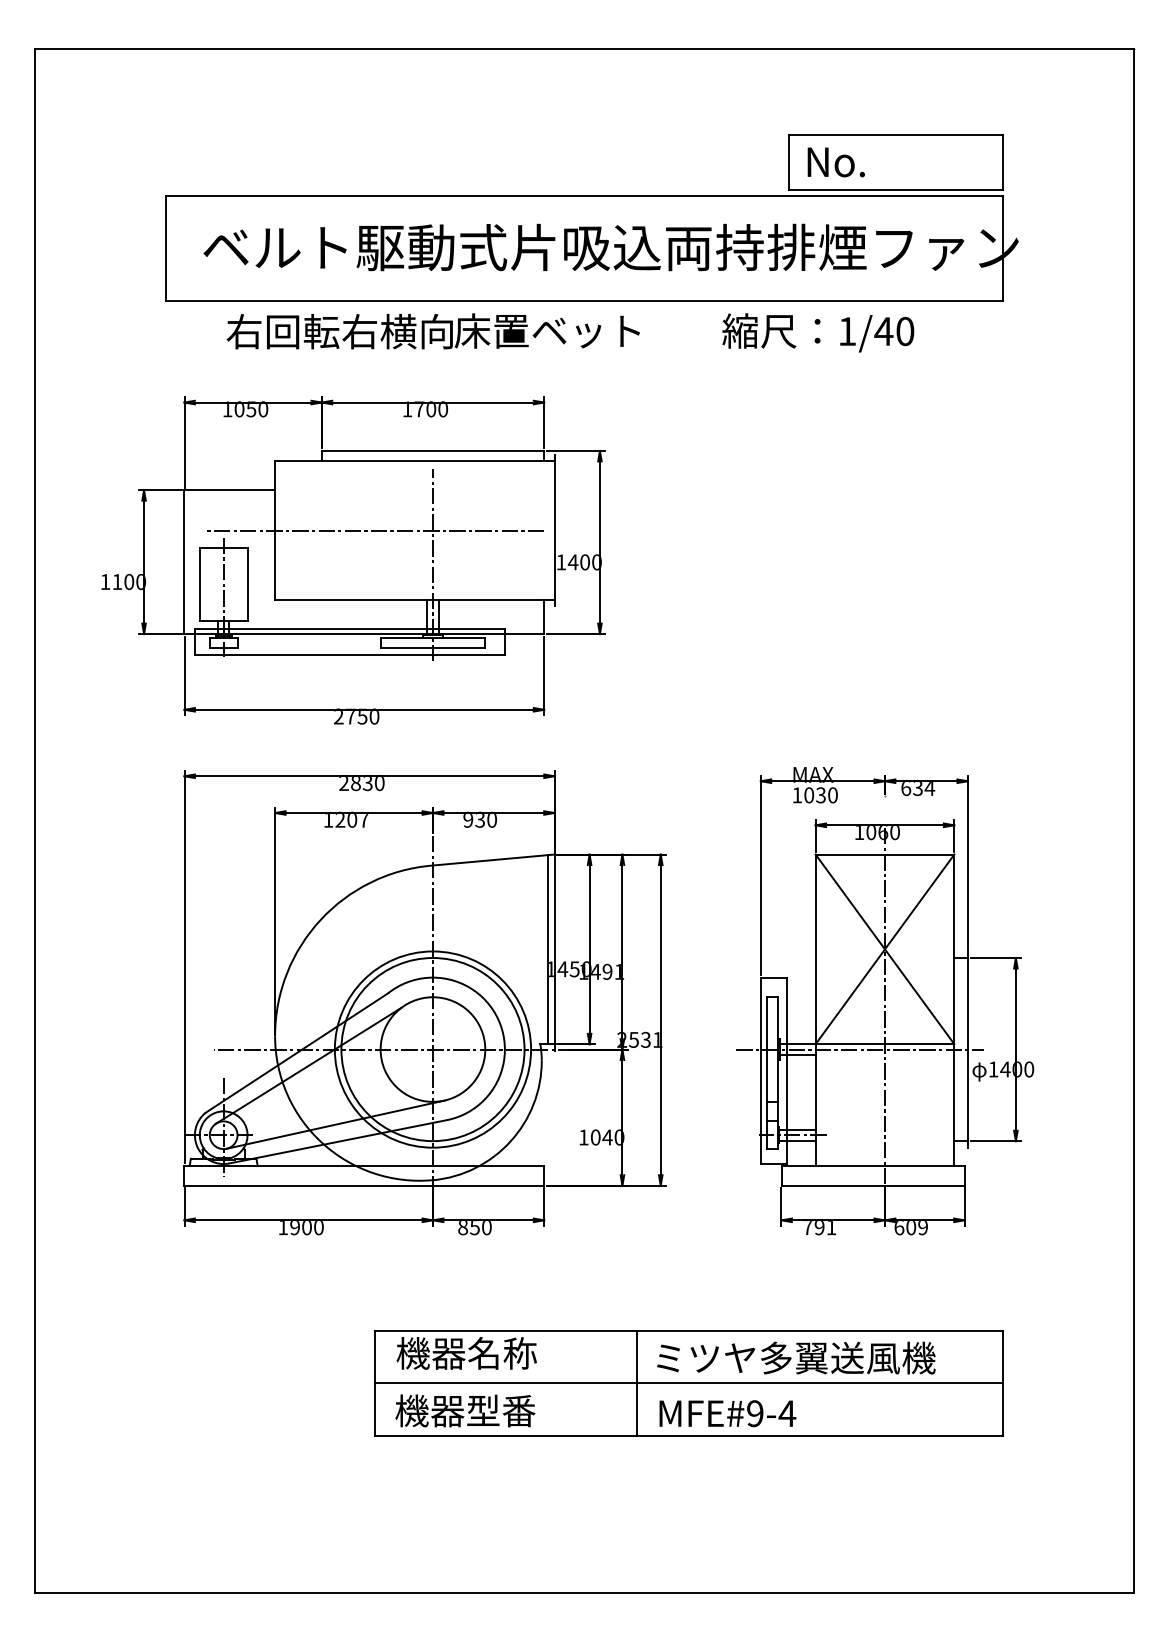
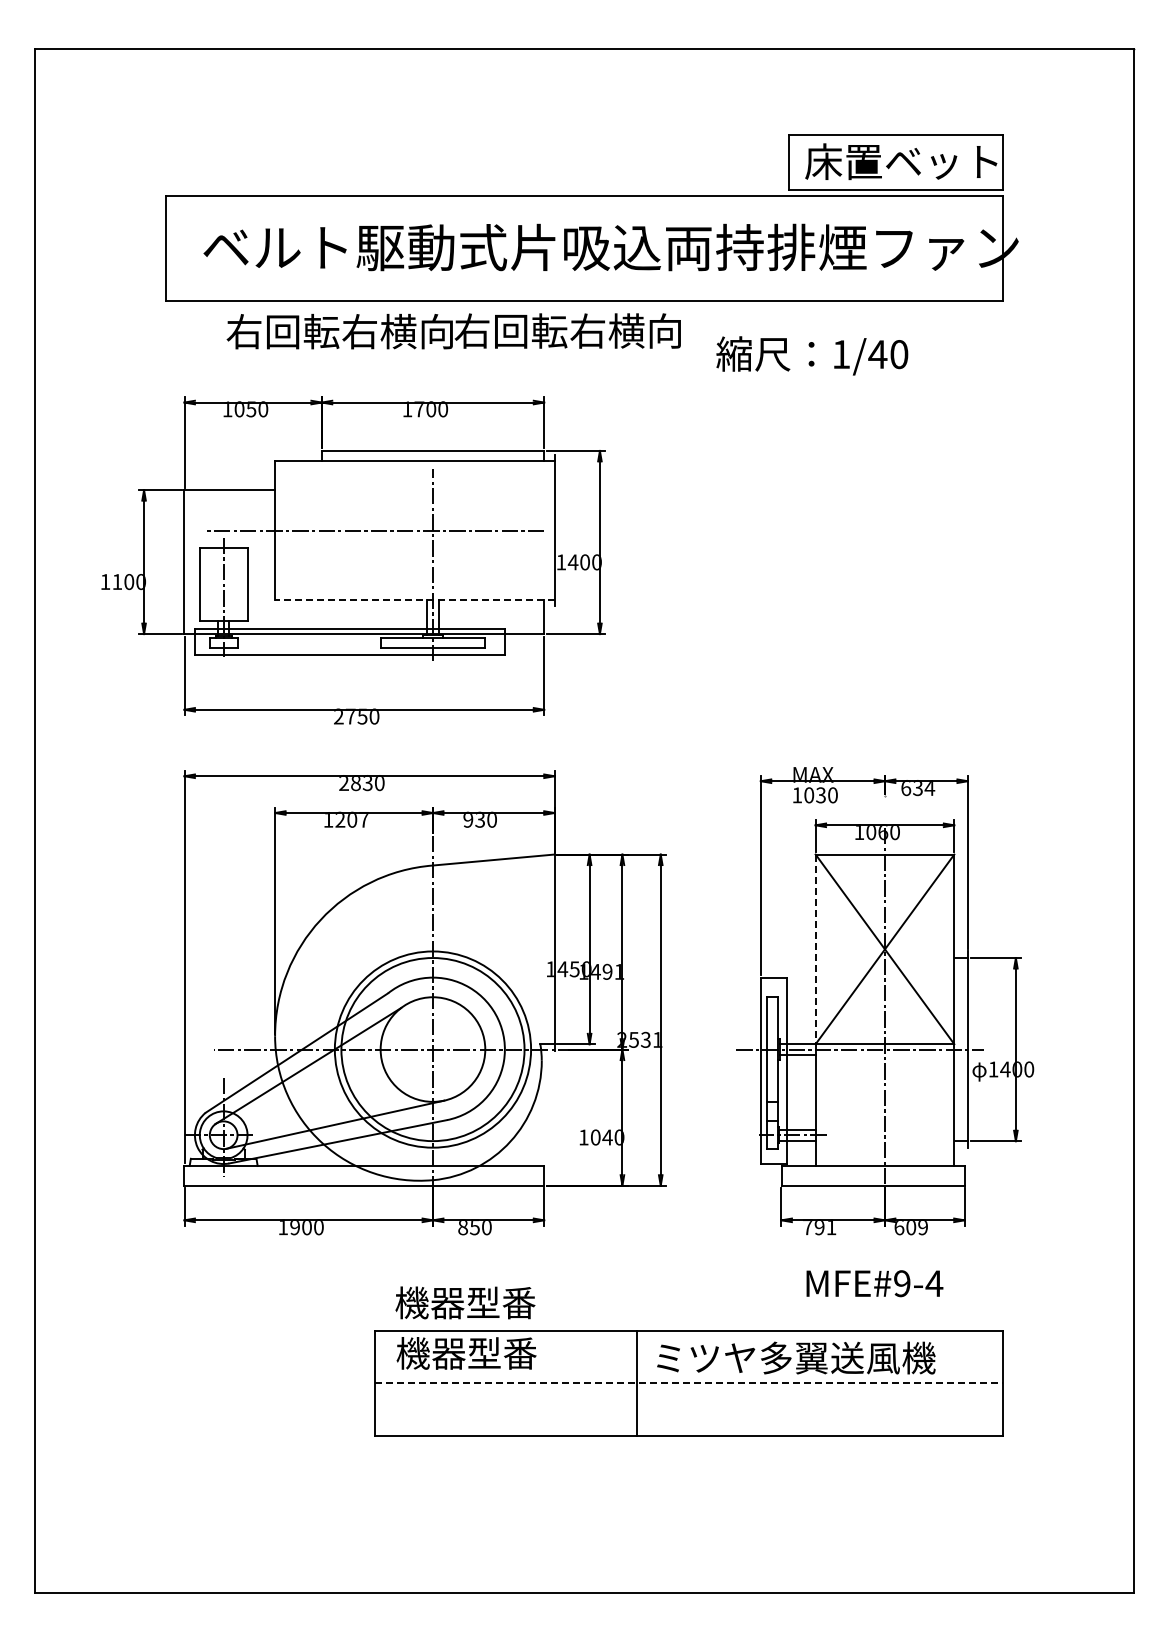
text at (901, 161): No. -> 床置ベット
text at (567, 330): 床置ベット -> 右回転右横向
text at (818, 332) position: (818, 332) -> (812, 355)
line at (414, 599): solid -> dashed
line at (548, 949): present -> none
line at (815, 952): solid -> dashed
text at (502, 1353): 機器名称 -> 機器型番
line at (689, 1383): solid -> dashed
text at (465, 1410) position: (465, 1410) -> (465, 1302)
text at (727, 1413) position: (727, 1413) -> (874, 1283)
